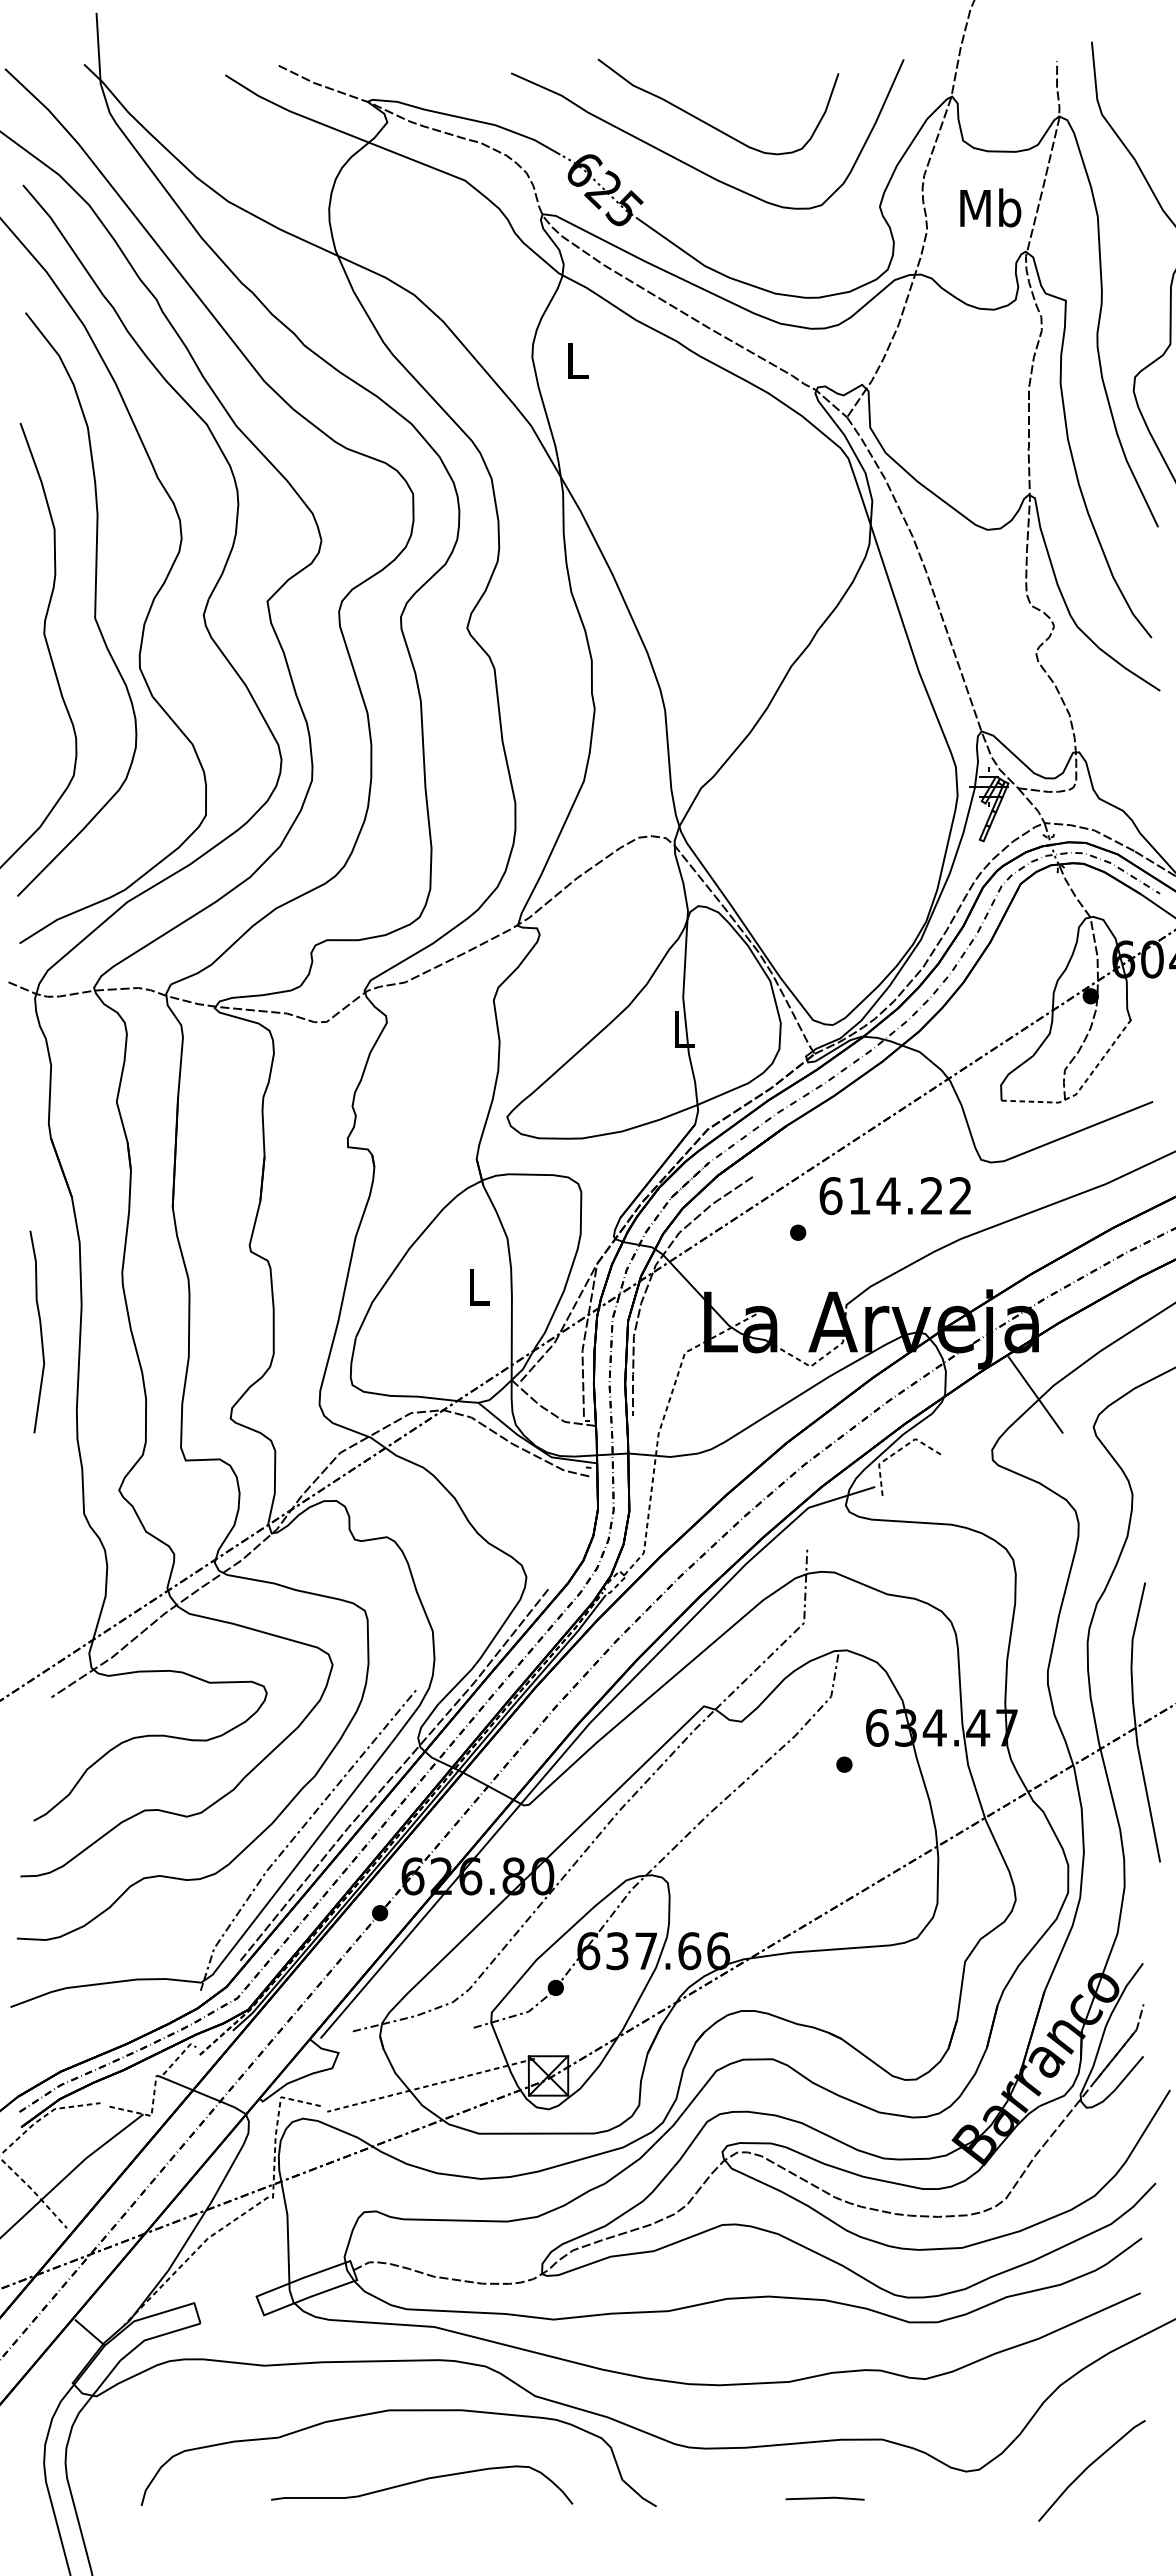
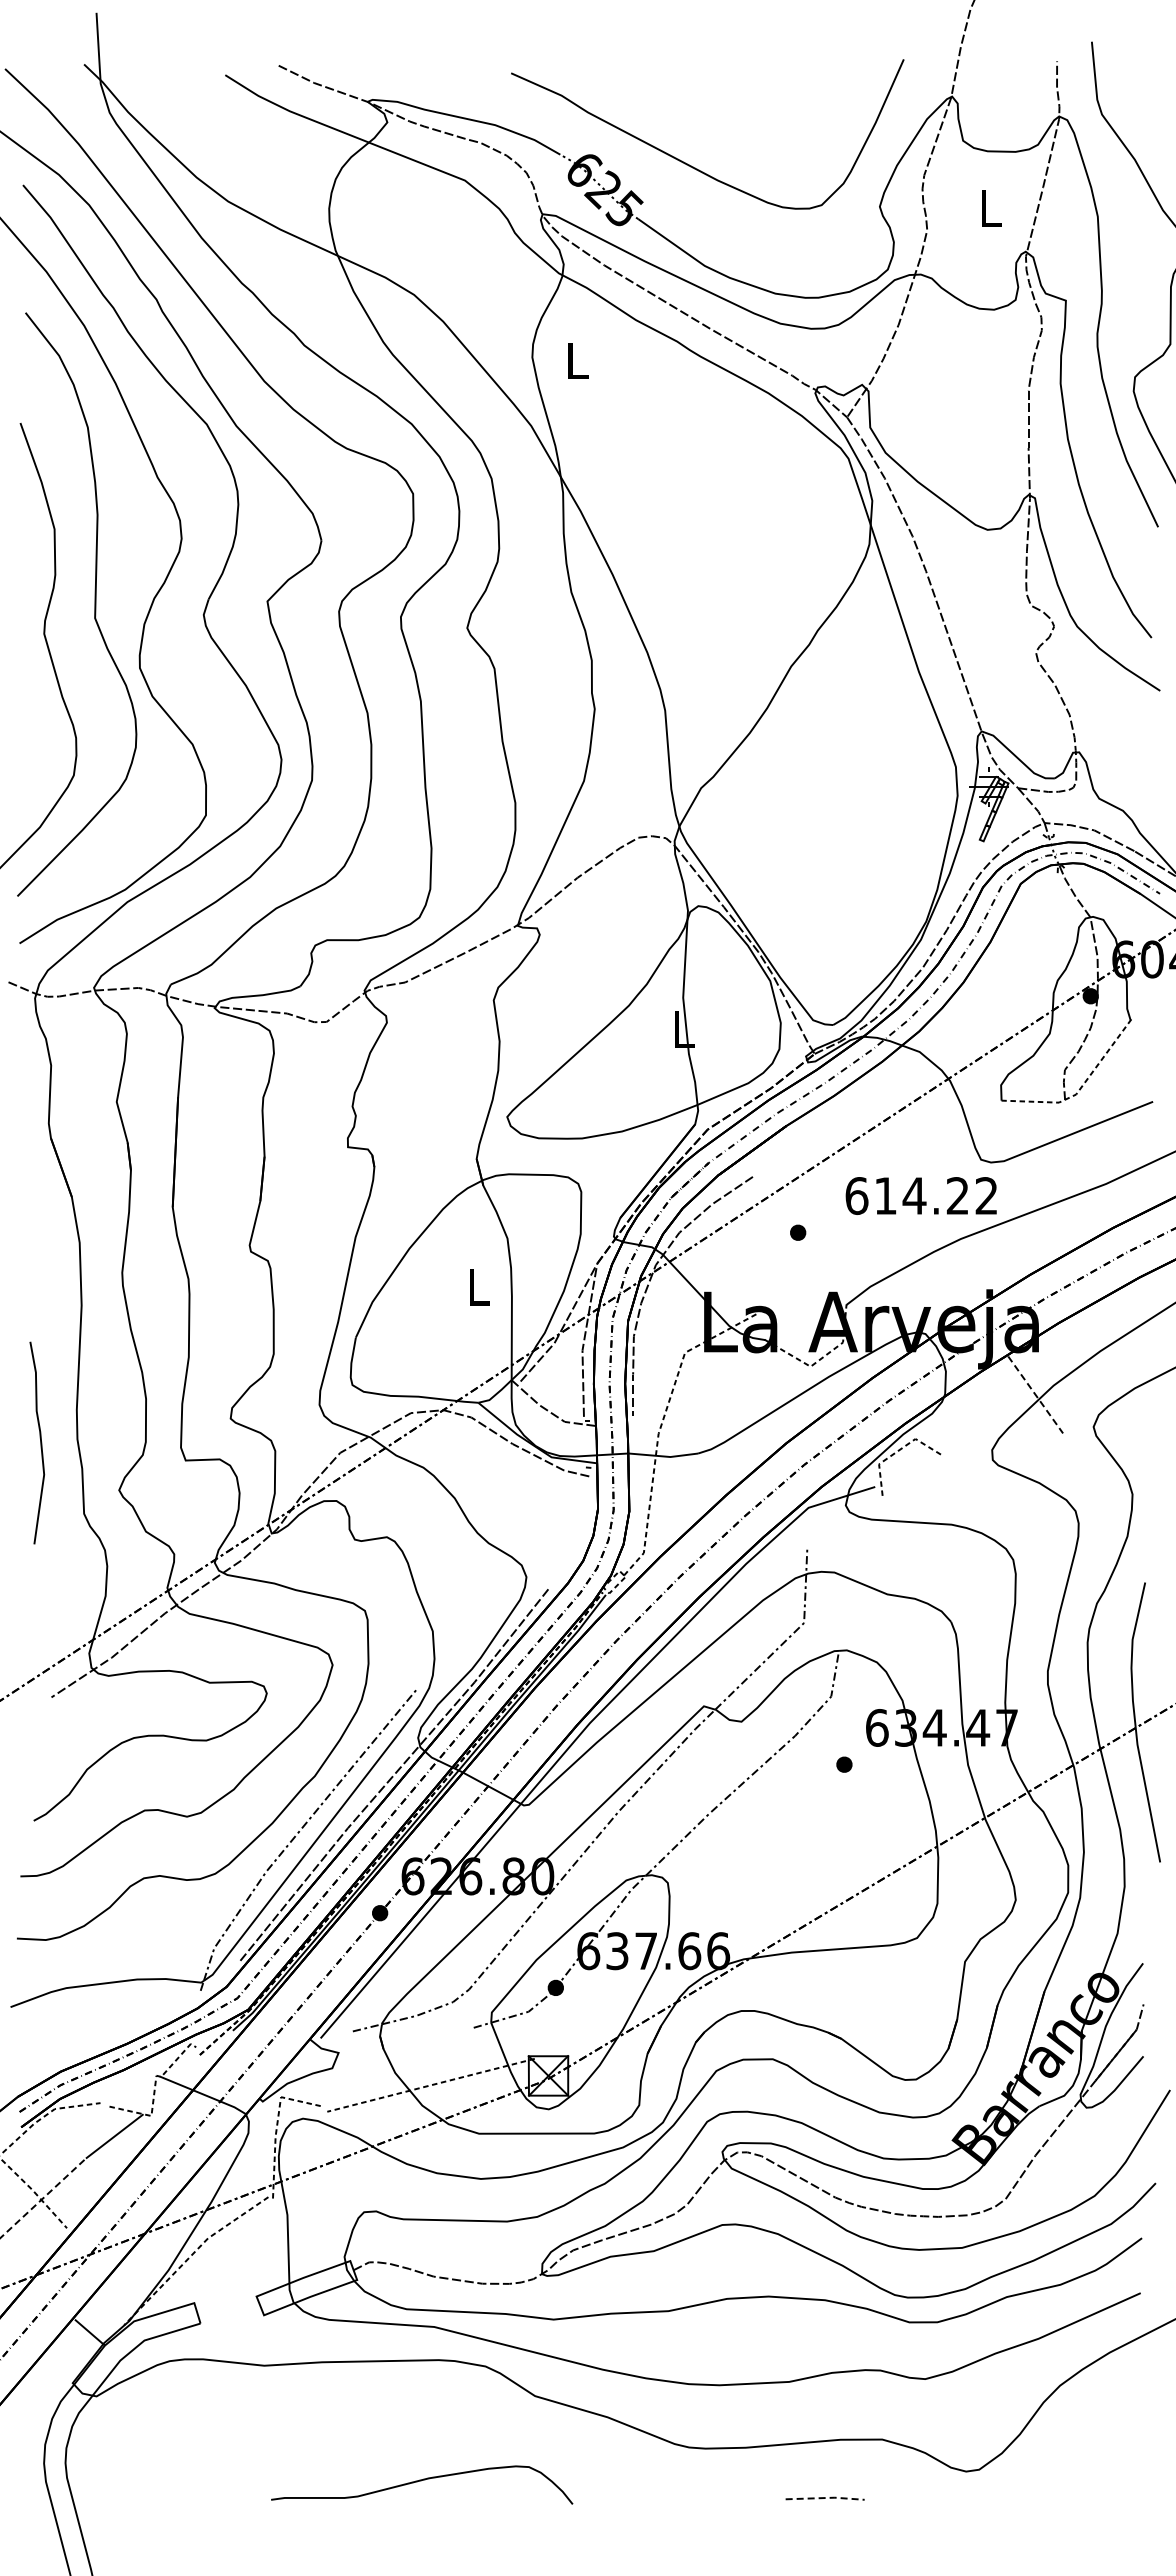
curve at (710, 124): present -> none
text at (990, 207): Mb -> L
text at (894, 1195) position: (894, 1195) -> (920, 1195)
curve at (40, 1331) position: (40, 1331) -> (40, 1442)
line at (1035, 1395): solid -> dashed
line at (43, 2197): solid -> dashed
curve at (398, 2411): present -> none
line at (1089, 2467): present -> none
line at (826, 2498): solid -> dashed
